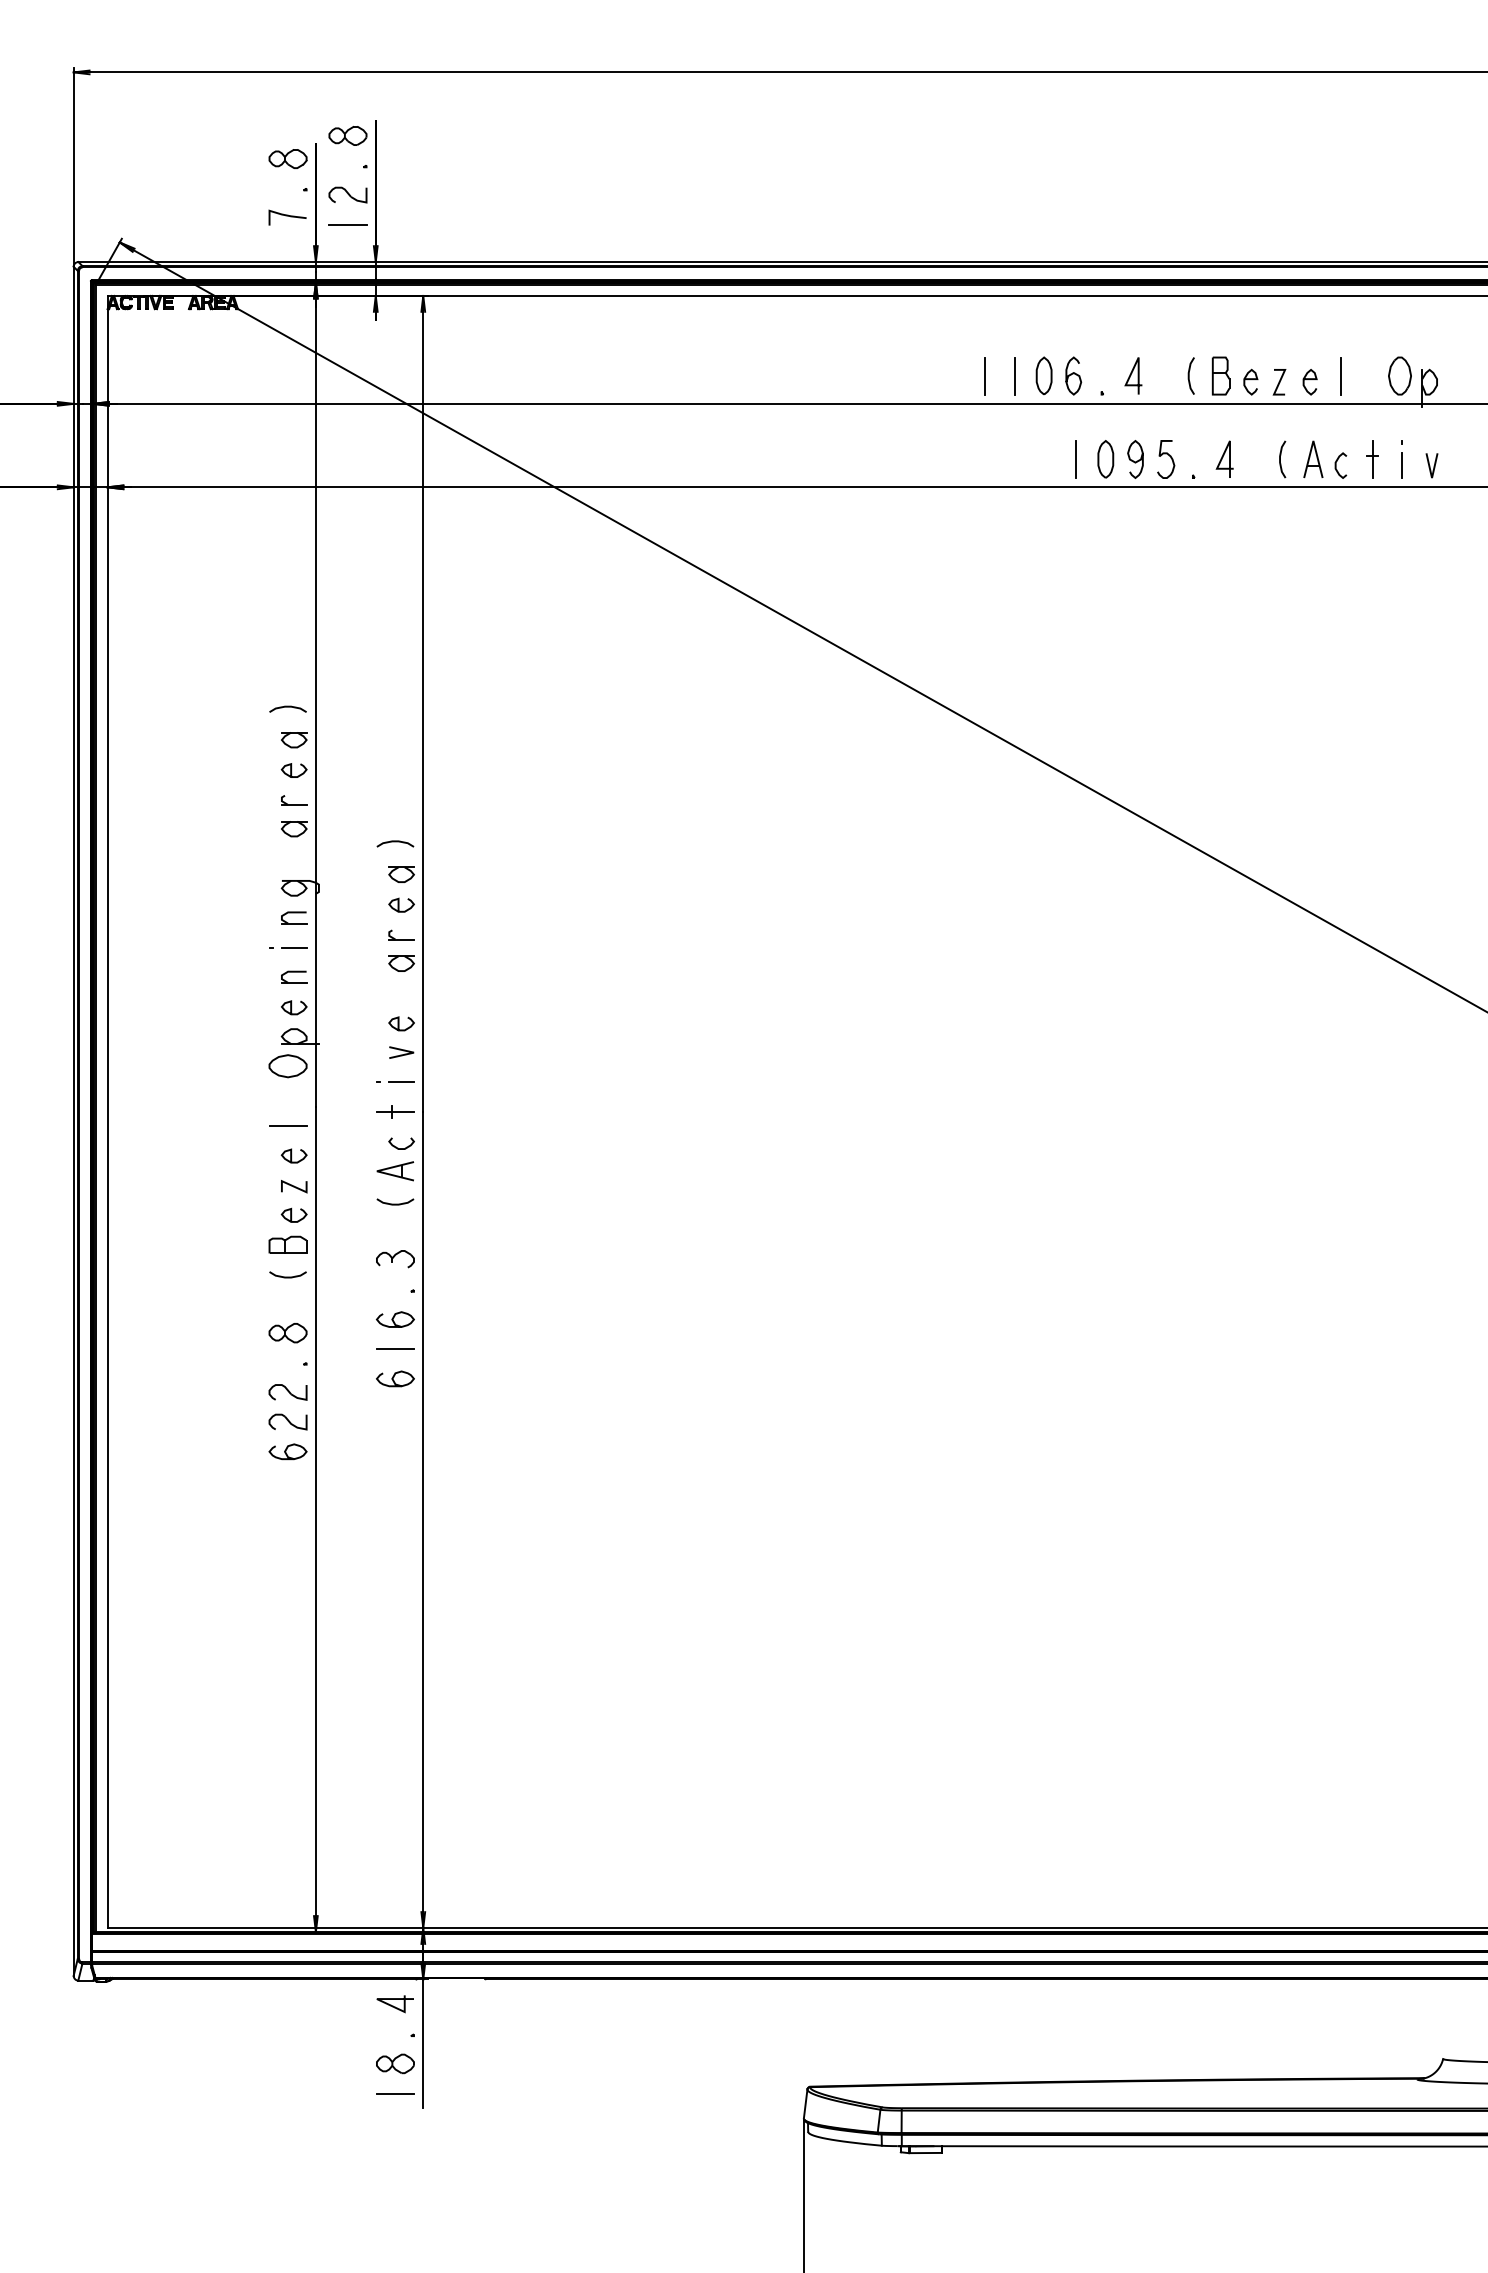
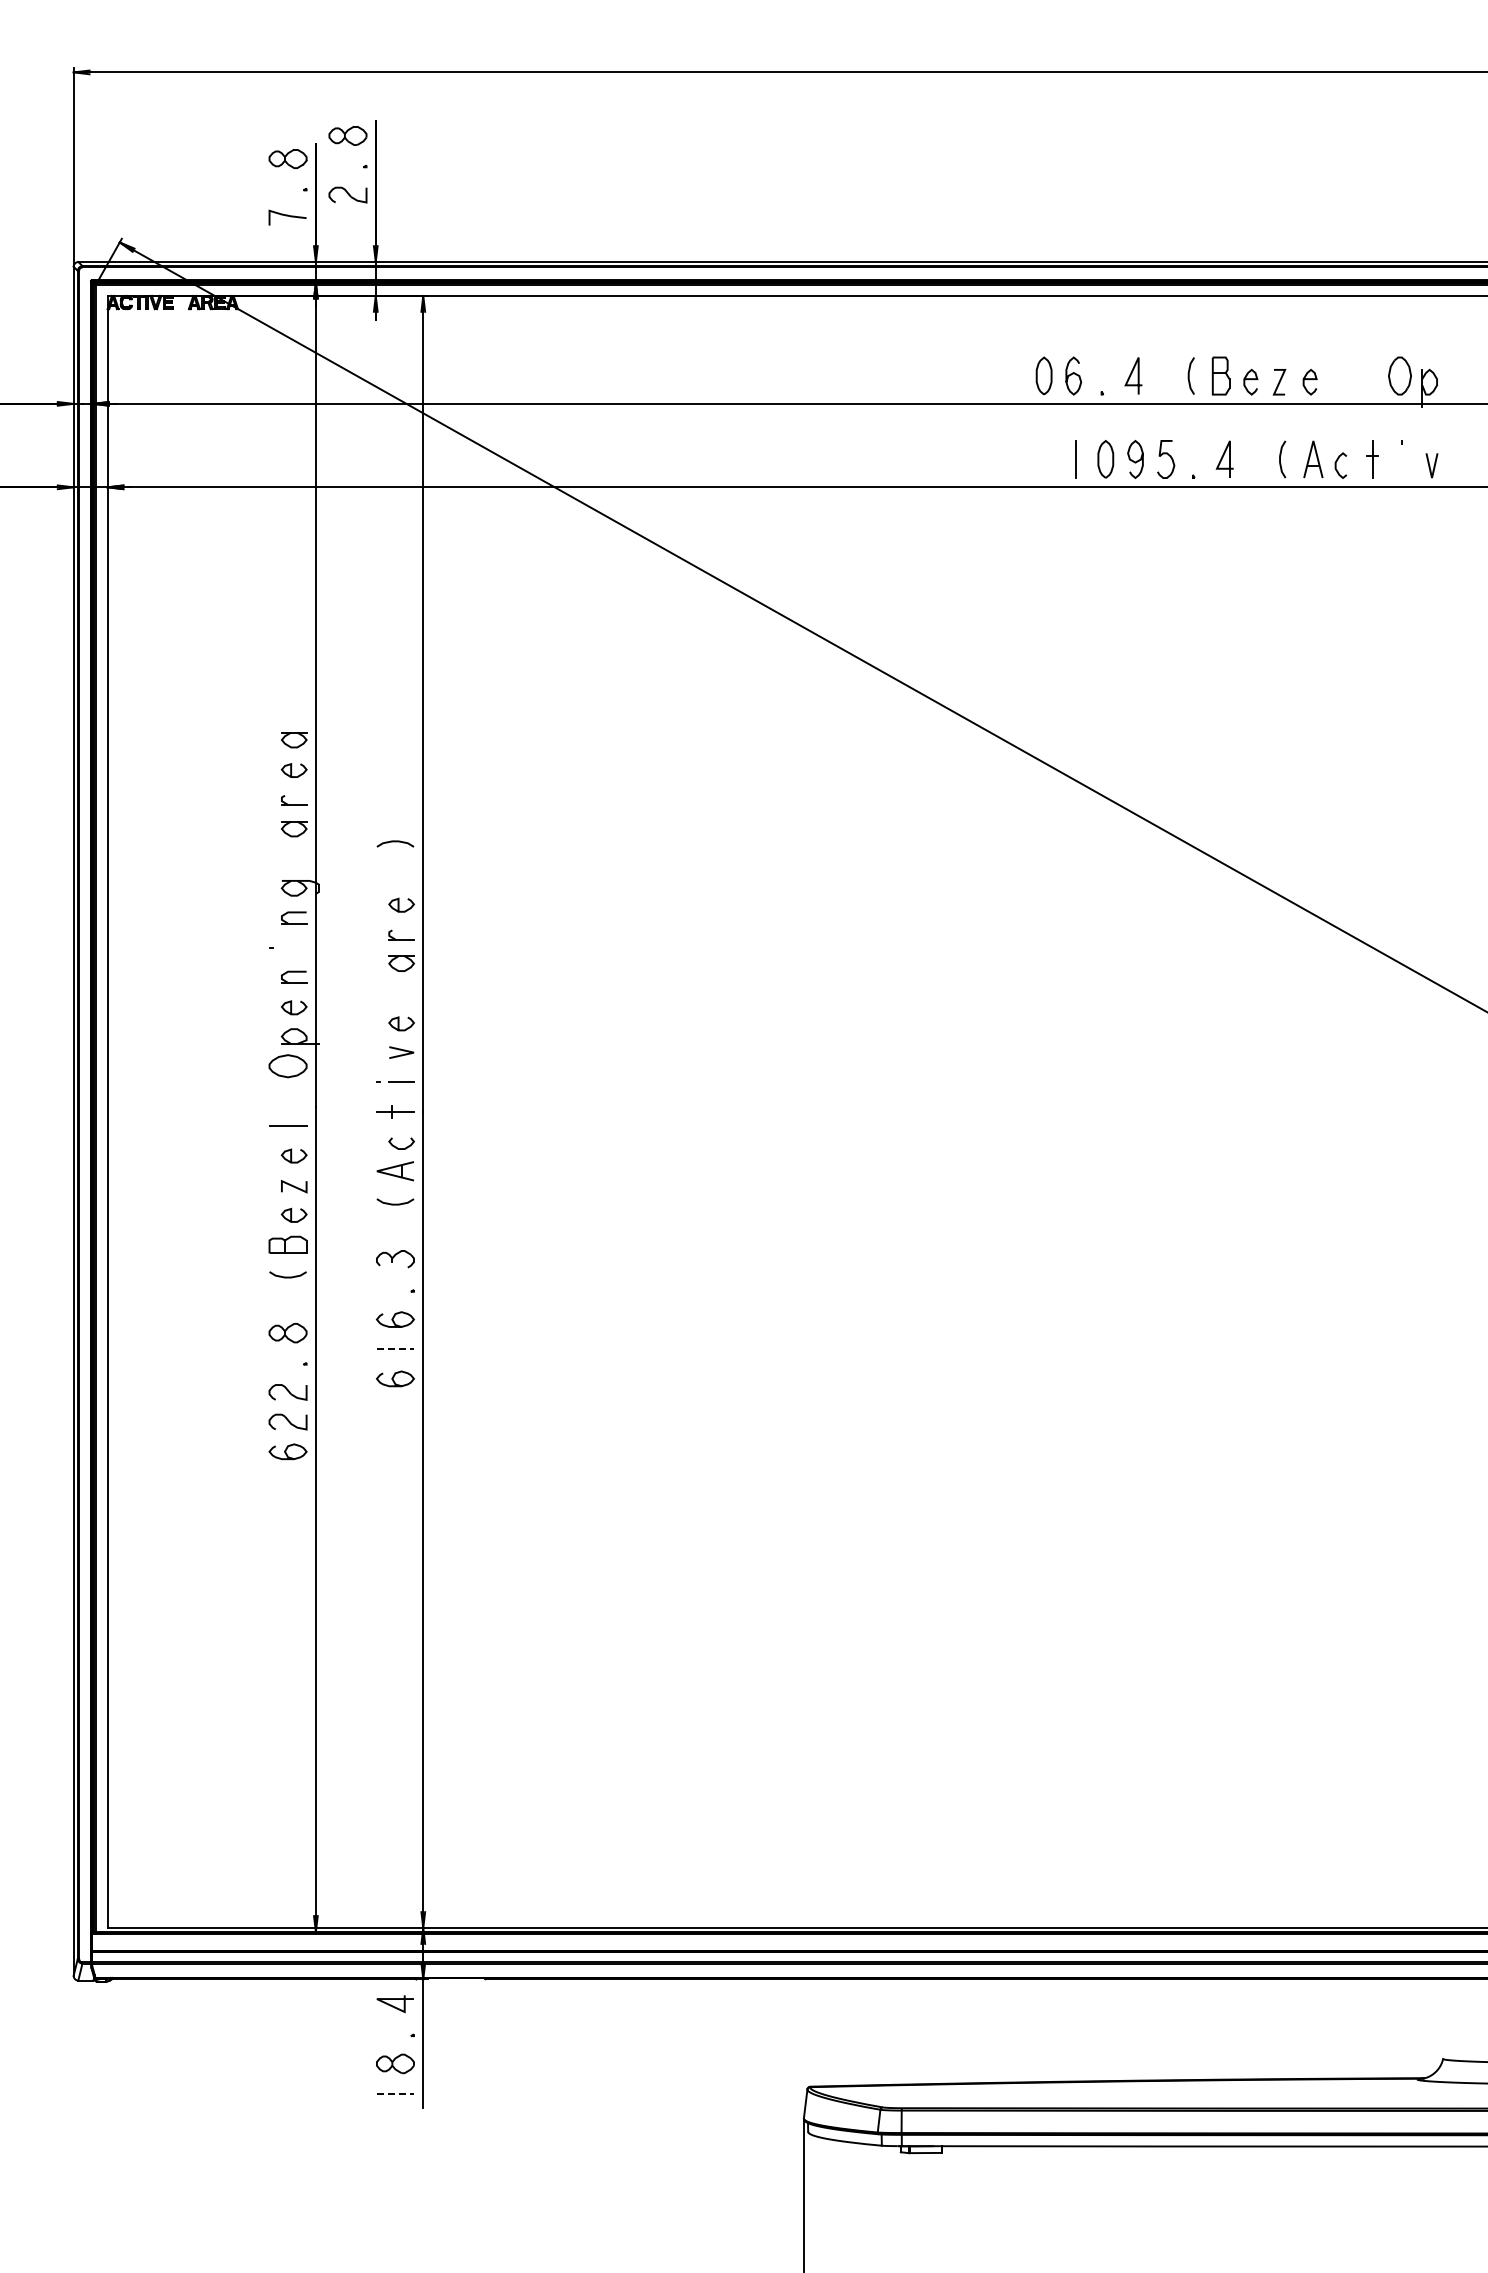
line at (347, 224): present -> none
line at (1014, 375): present -> none
line at (1340, 375): present -> none
line at (984, 376): present -> none
line at (1402, 465): present -> none
curve at (287, 707): present -> none
part at (401, 874): present -> none
line at (293, 947): present -> none
line at (395, 1349): solid -> dashed
line at (395, 2093): solid -> dashed
